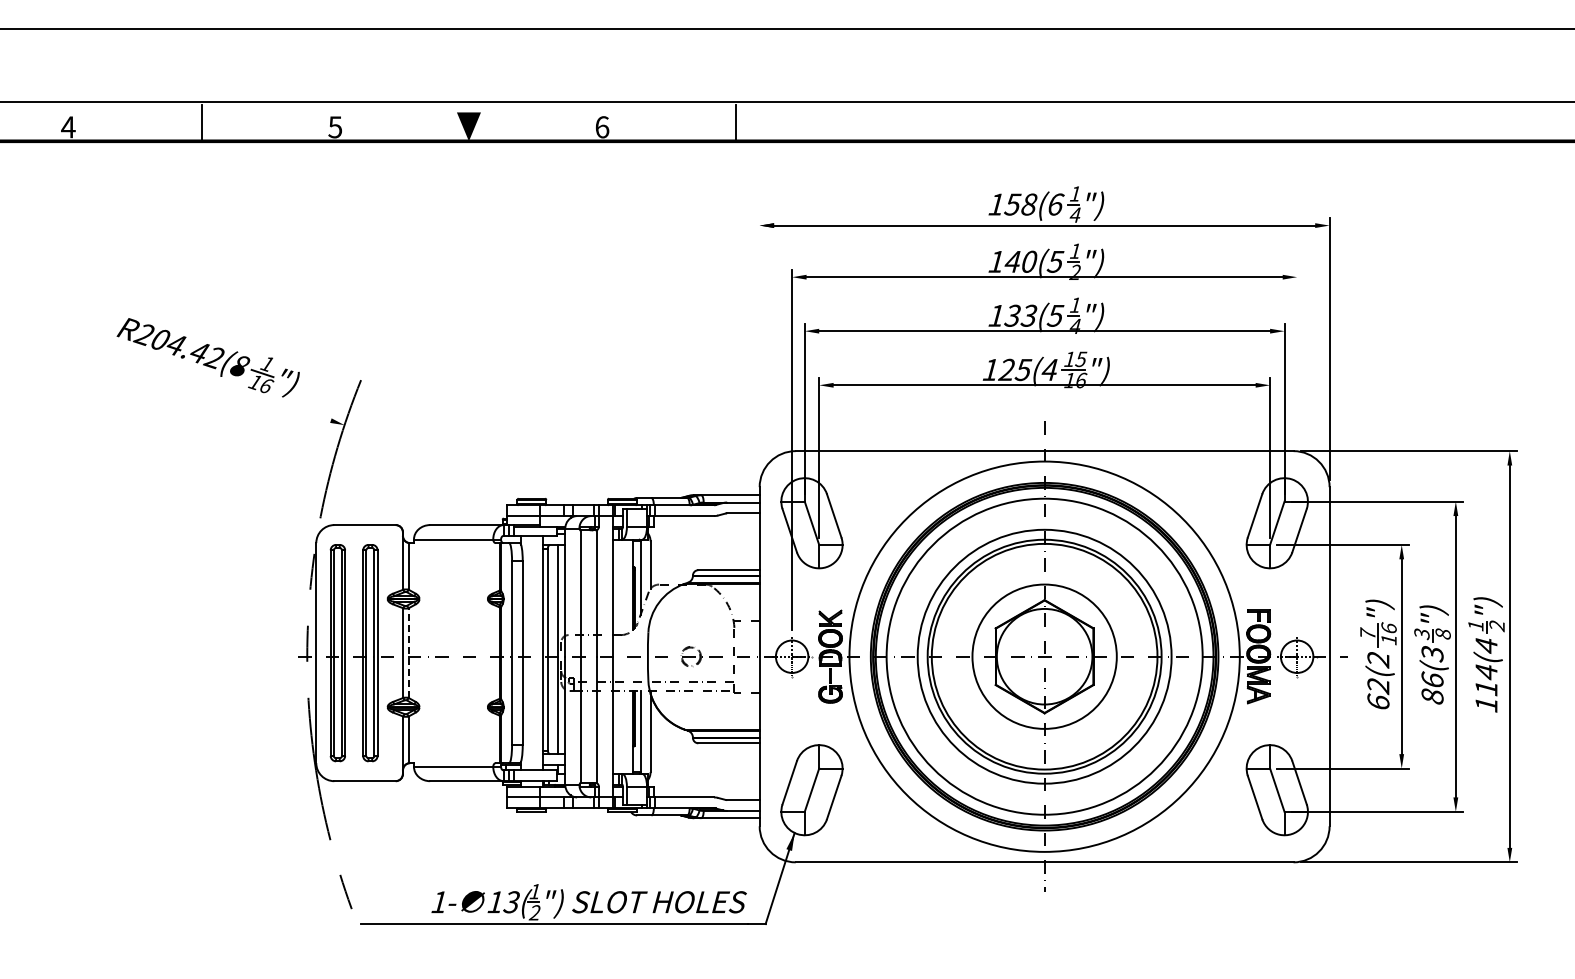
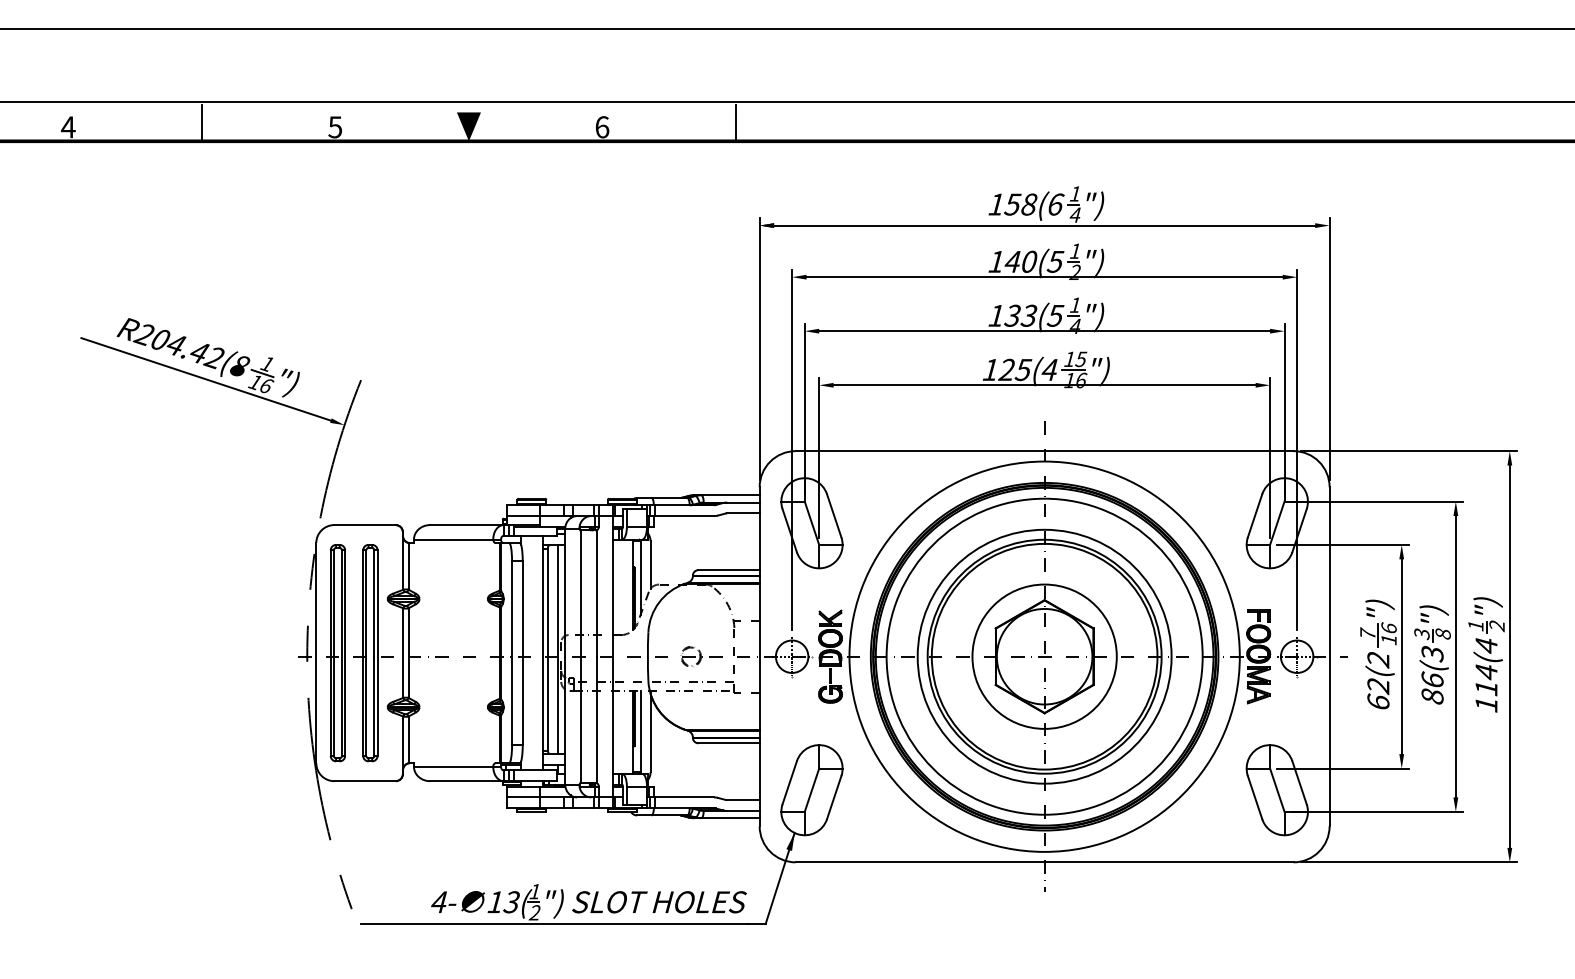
line at (759, 348): none -> present
line at (205, 379): none -> present
line at (1297, 449): none -> present
line at (408, 653): dashed -> solid
text at (438, 902): 1- -> 4-
